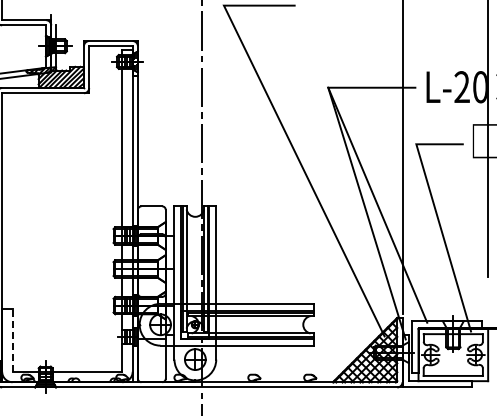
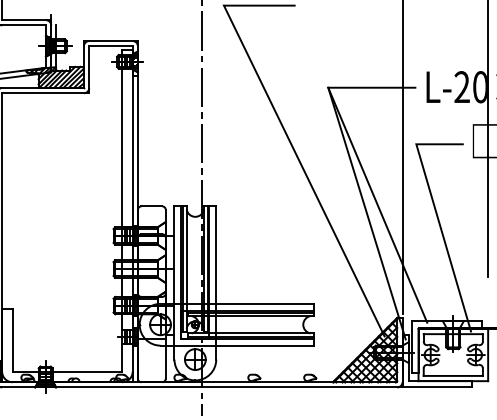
line at (12, 339): dashed -> solid
